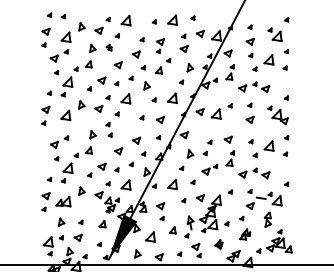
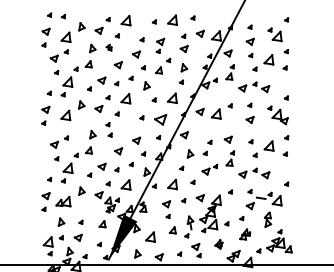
part at (190, 67) position: (190, 67) -> (184, 67)
part at (159, 120) size: 10x9 px -> 14x12 px
part at (160, 211) position: (160, 211) -> (166, 209)
